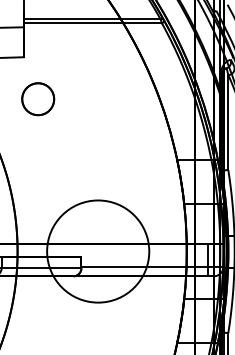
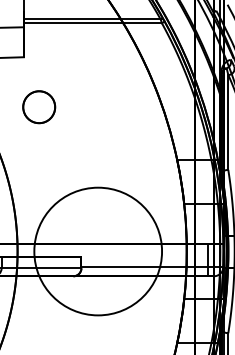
part at (38, 99) position: (38, 99) -> (39, 107)
circle at (98, 251) diameter: 102 px -> 128 px
